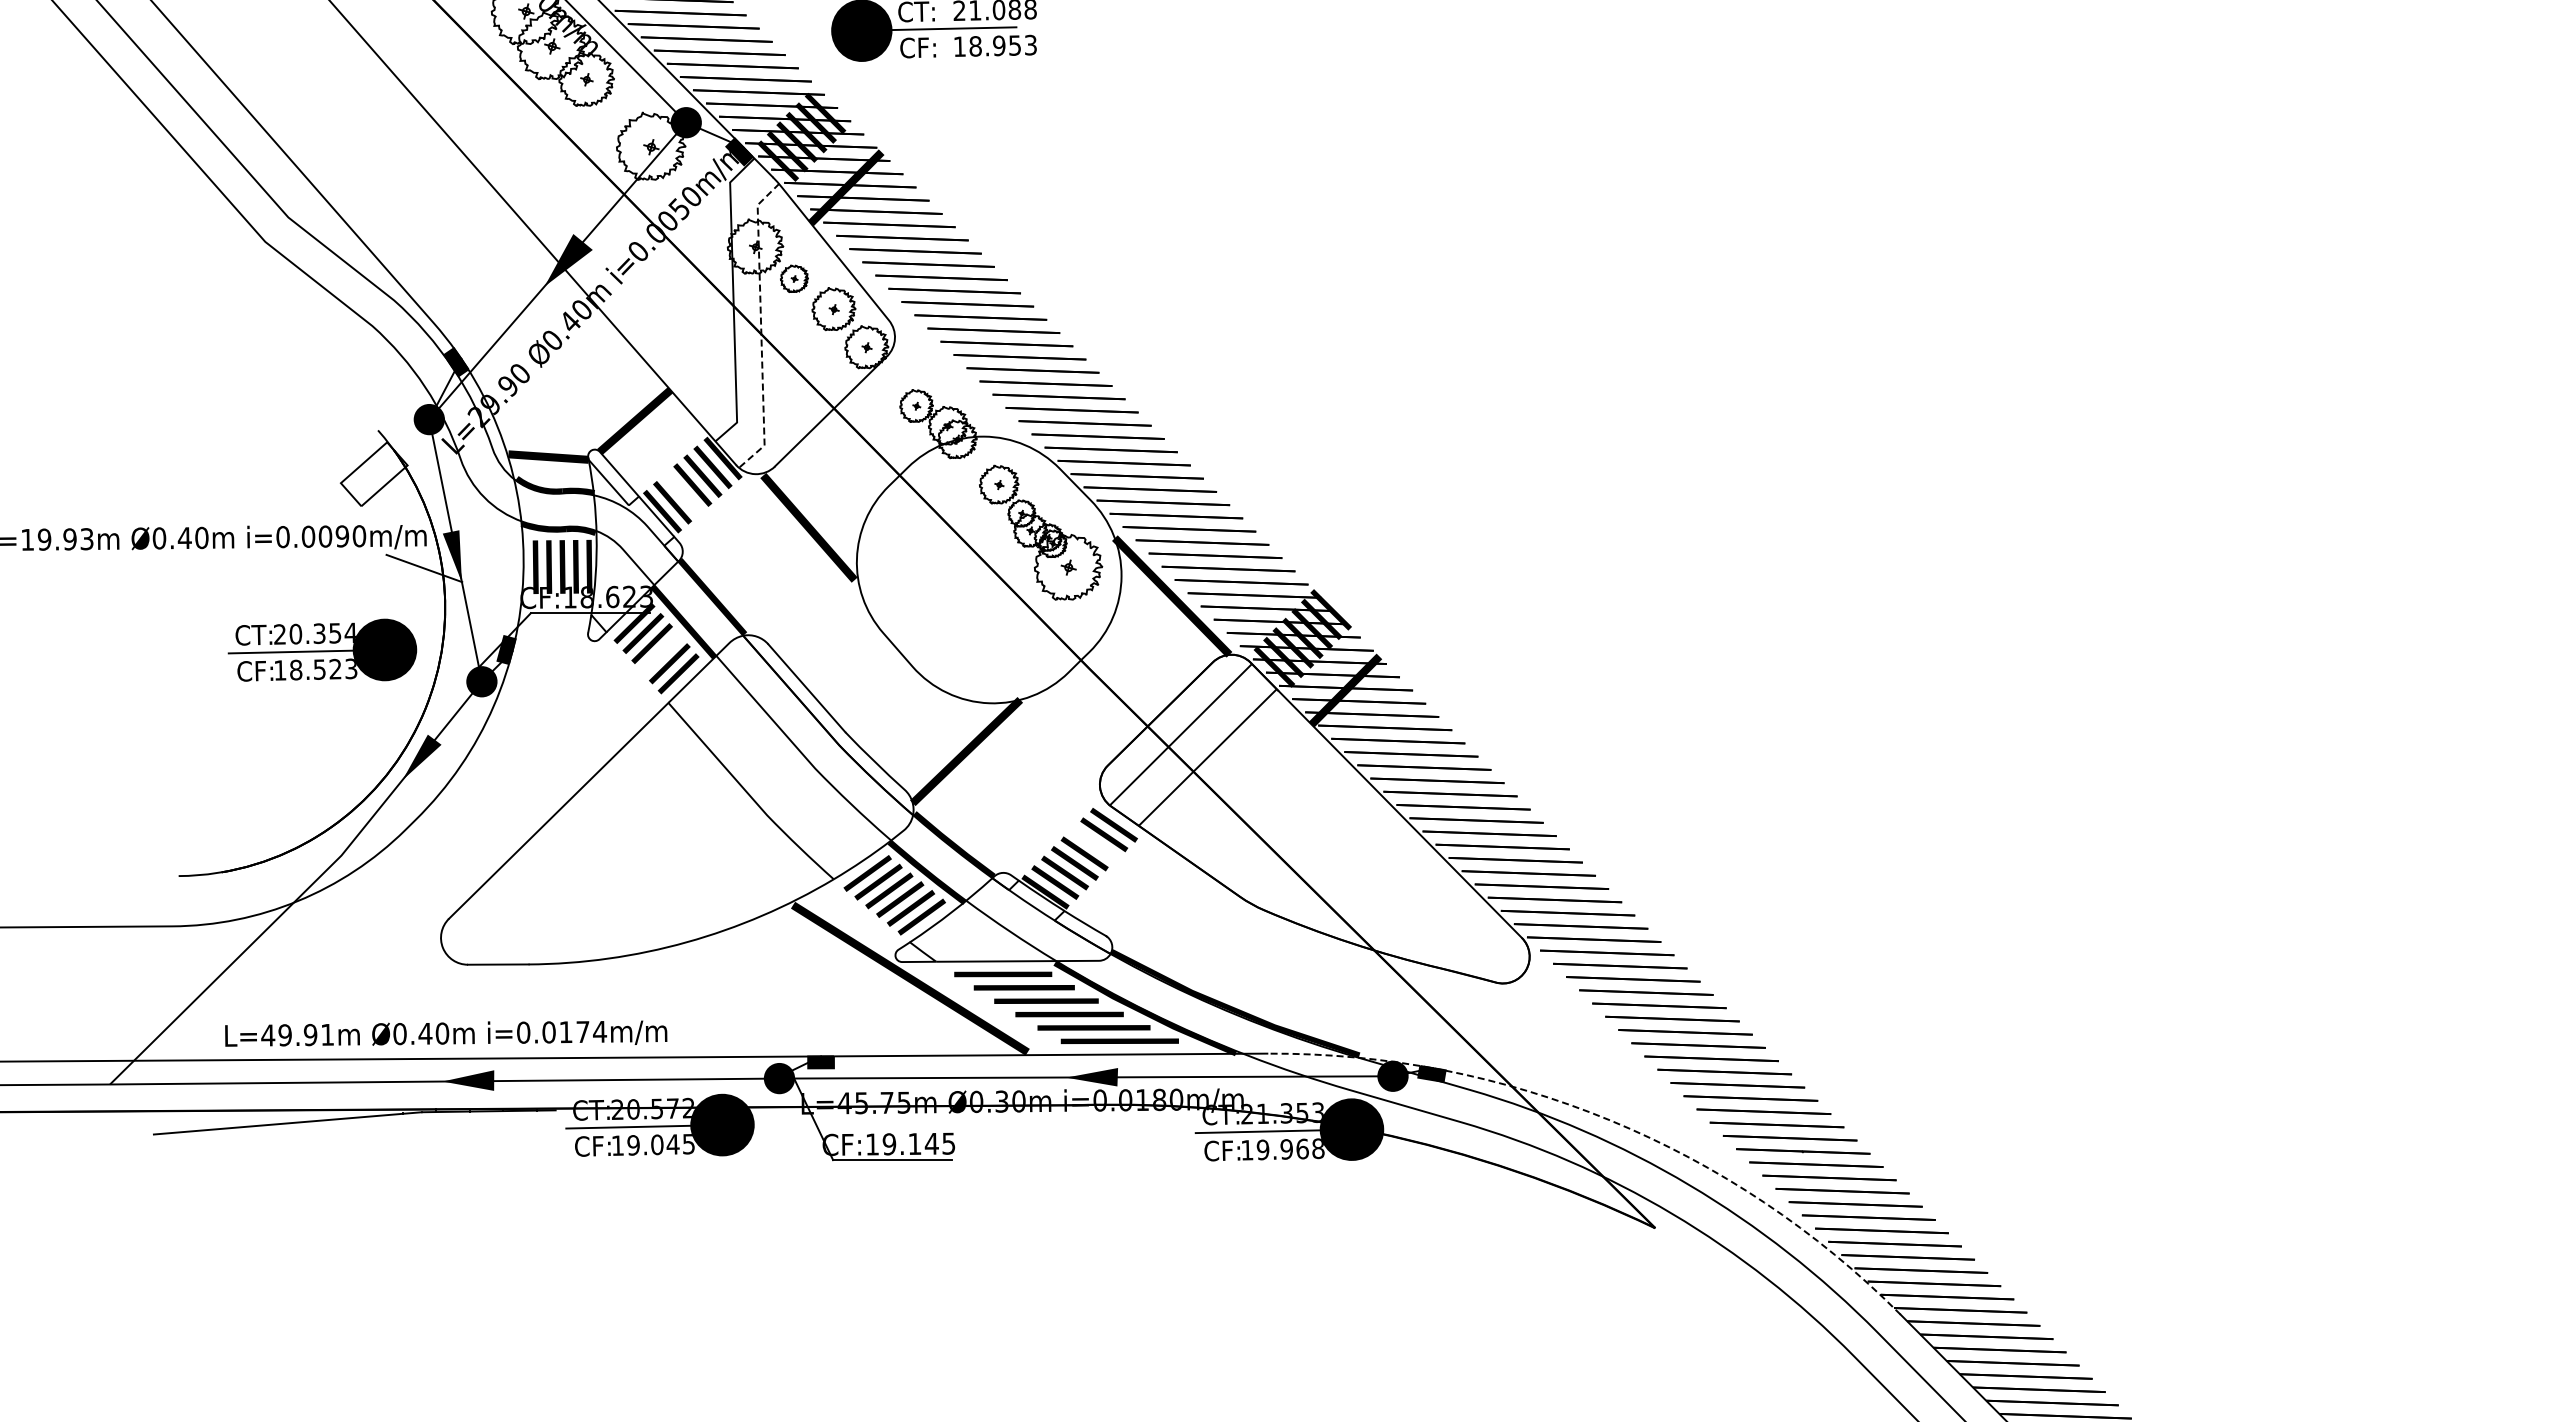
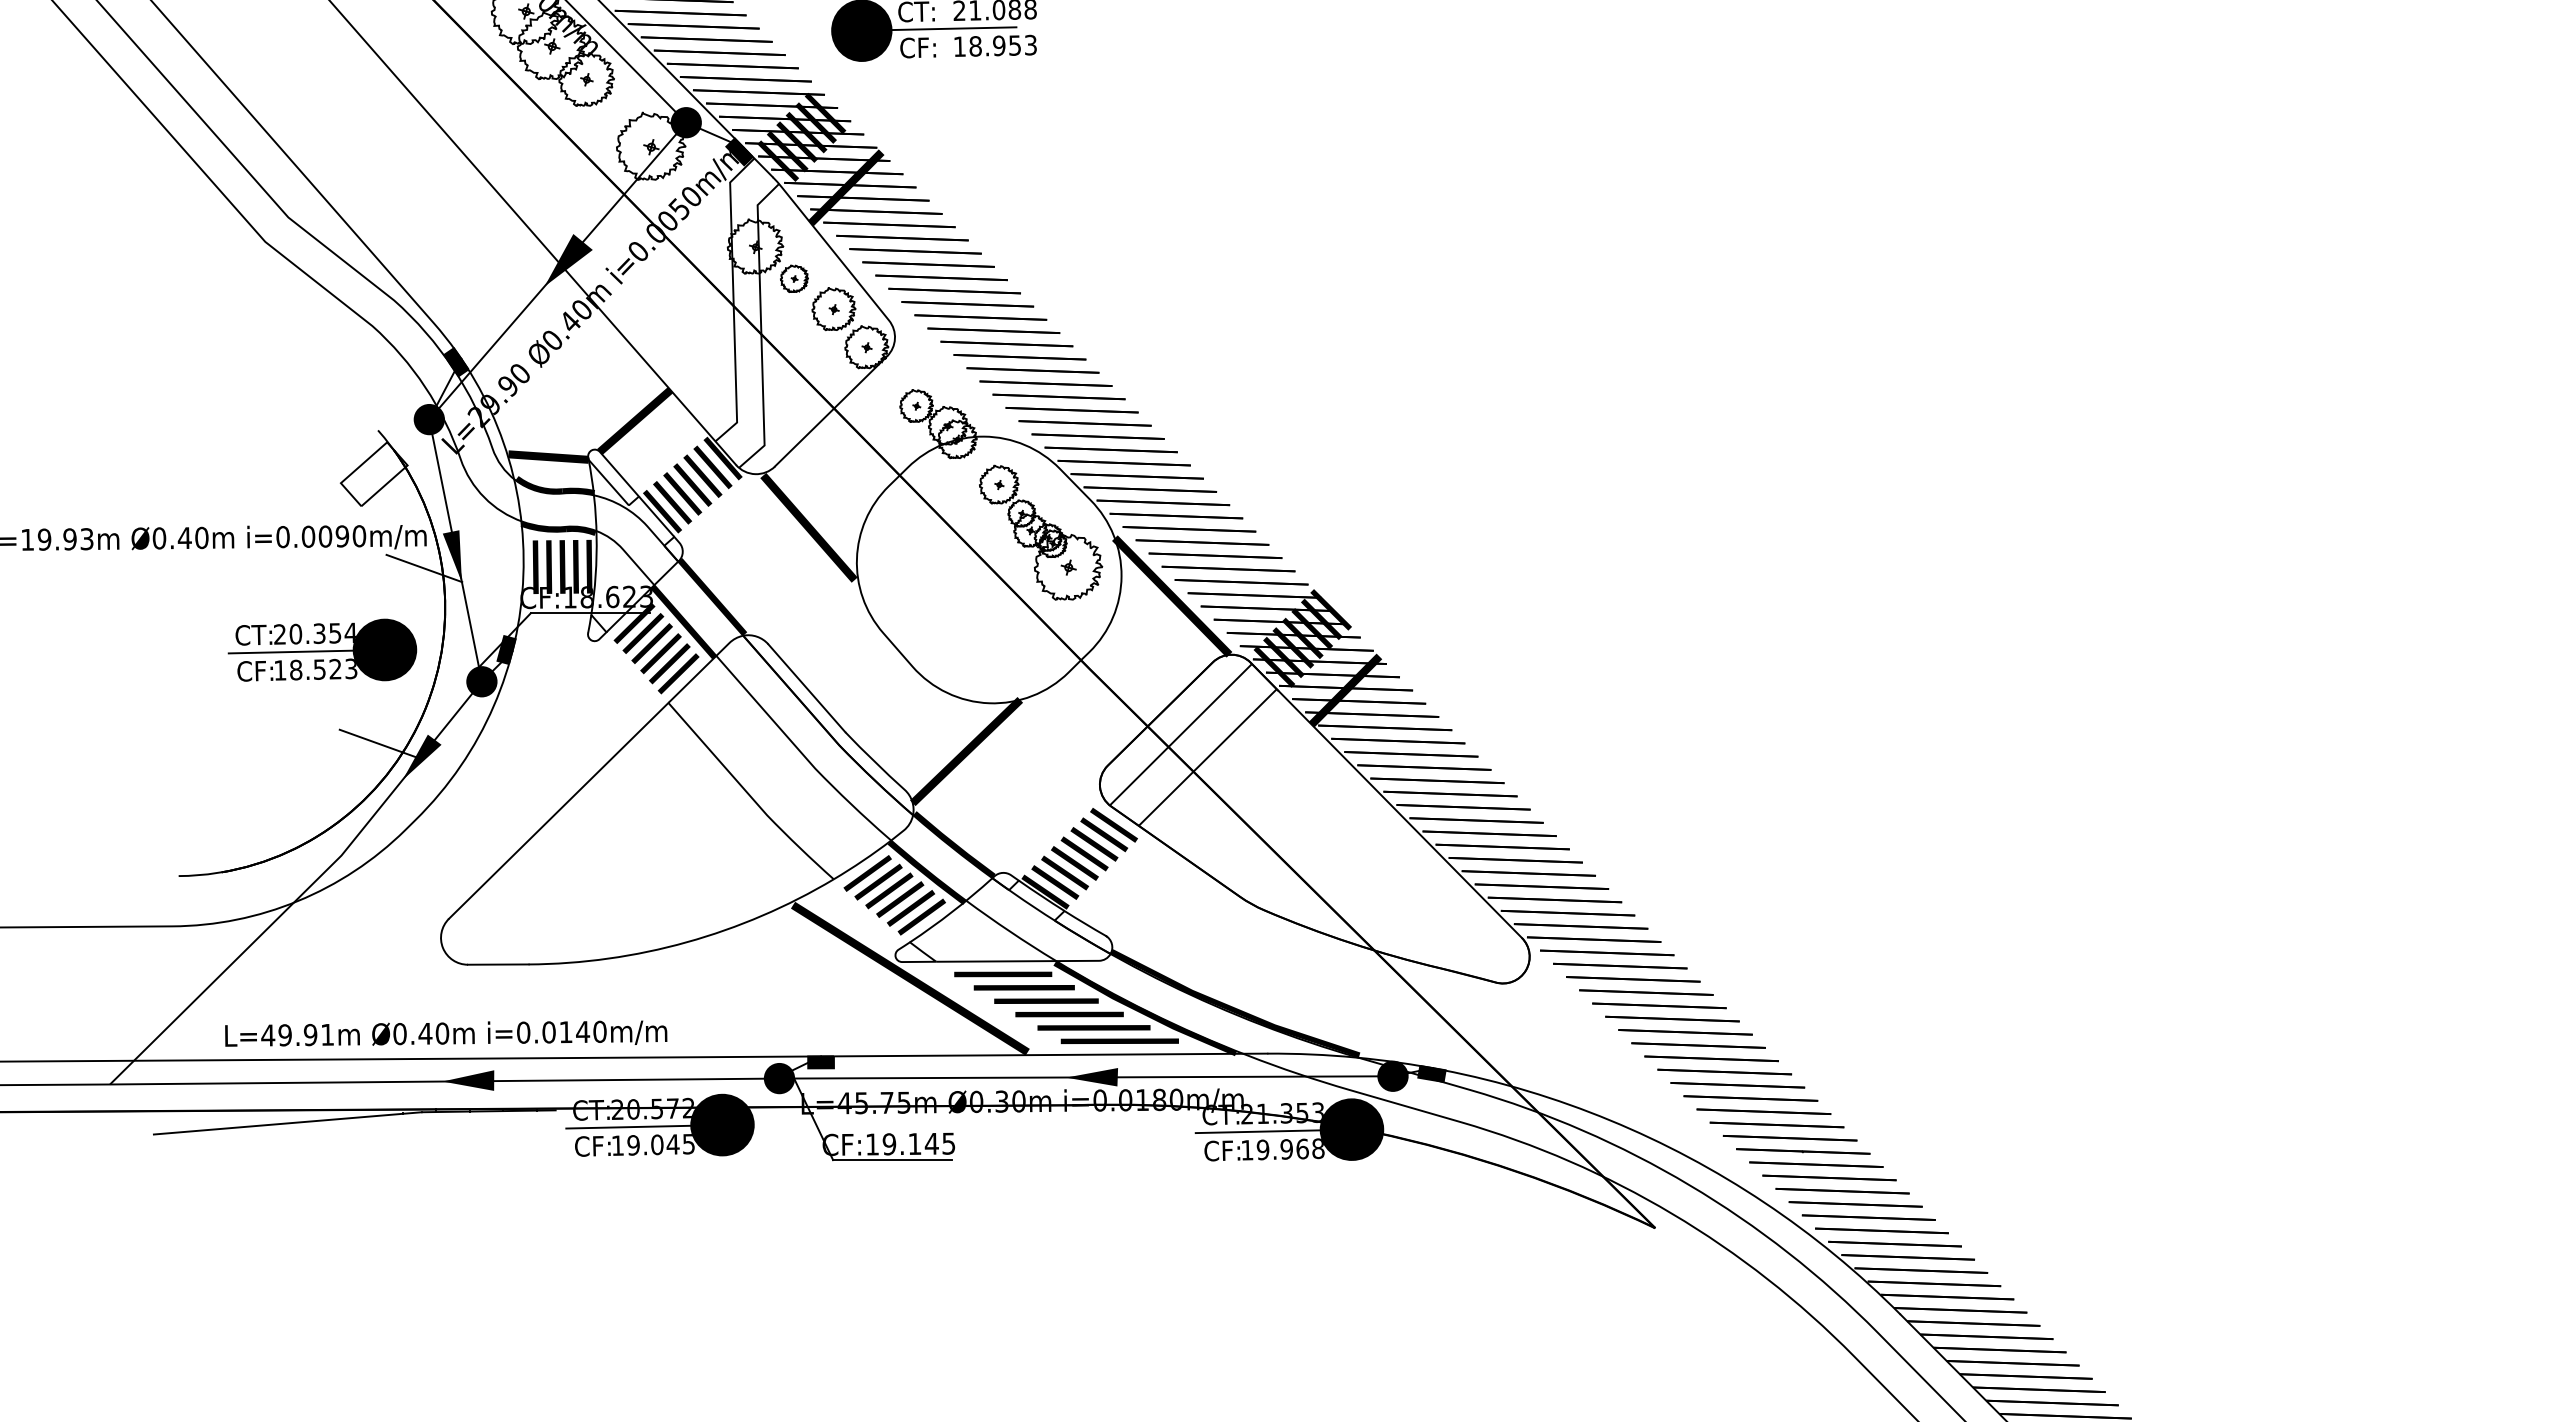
line at (761, 327): dashed -> solid
line at (682, 493): none -> present
line at (660, 653): none -> present
line at (377, 743): none -> present
line at (1094, 844): none -> present
text at (591, 1031): i=0.0174m/m -> i=0.0140m/m
arc at (1610, 1120): dashed -> solid
